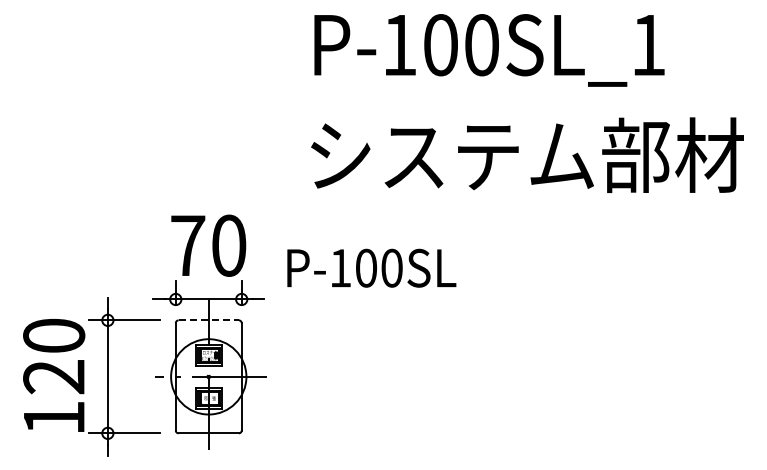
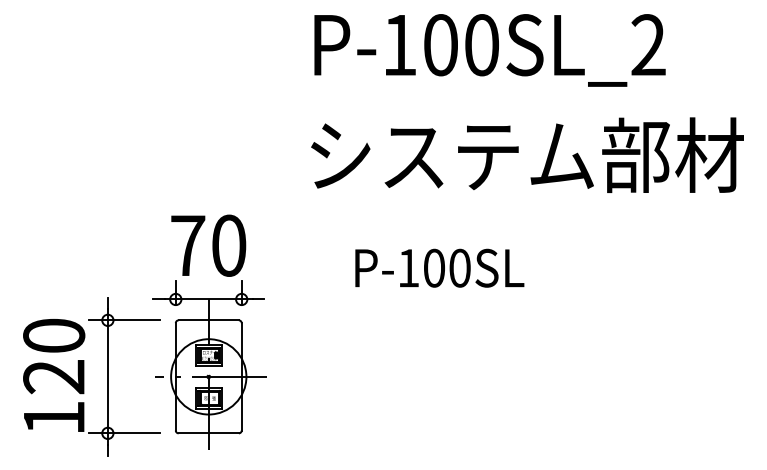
text at (648, 44): P-100SL_1 -> P-100SL_2
text at (371, 267) position: (371, 267) -> (439, 267)
line at (209, 320): dashed -> solid
